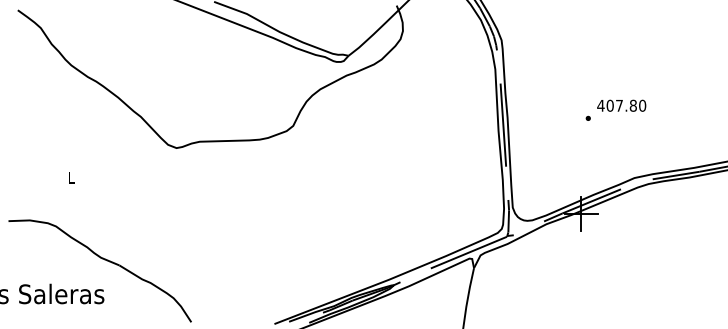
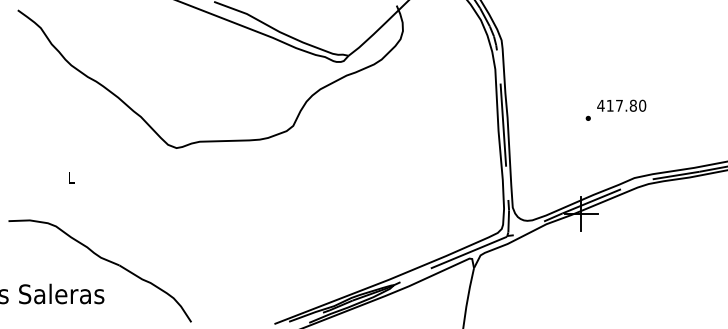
text at (609, 105): 407.80 -> 417.80
